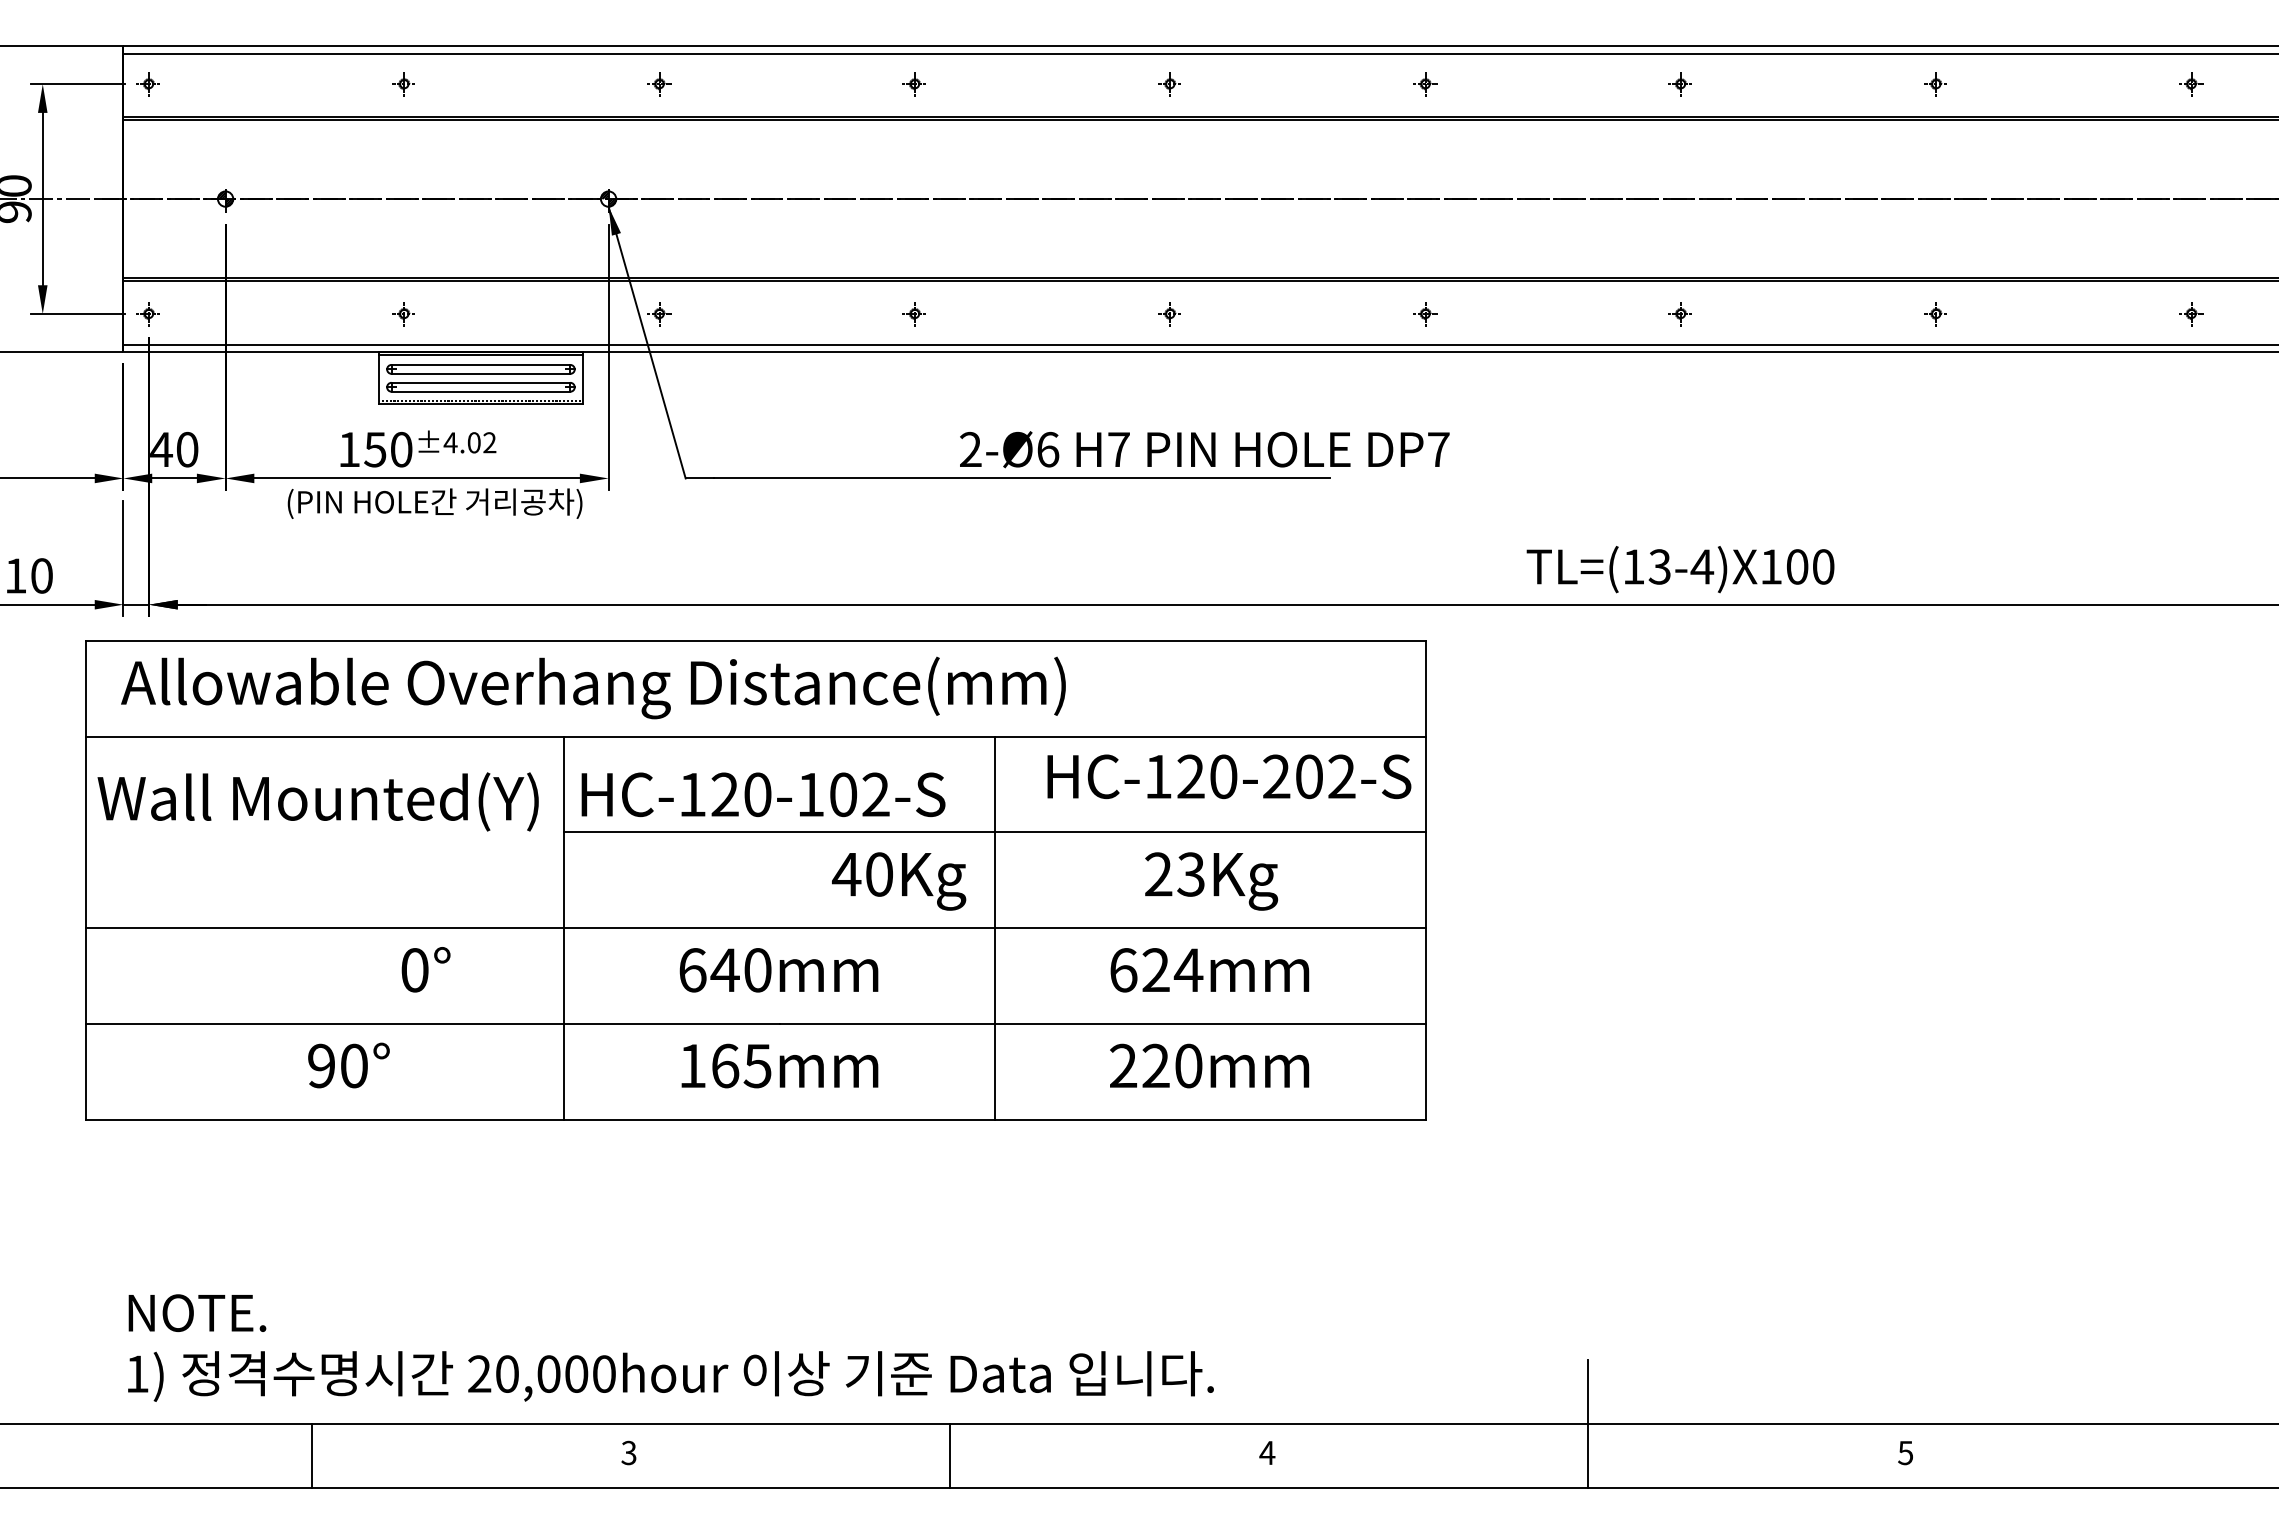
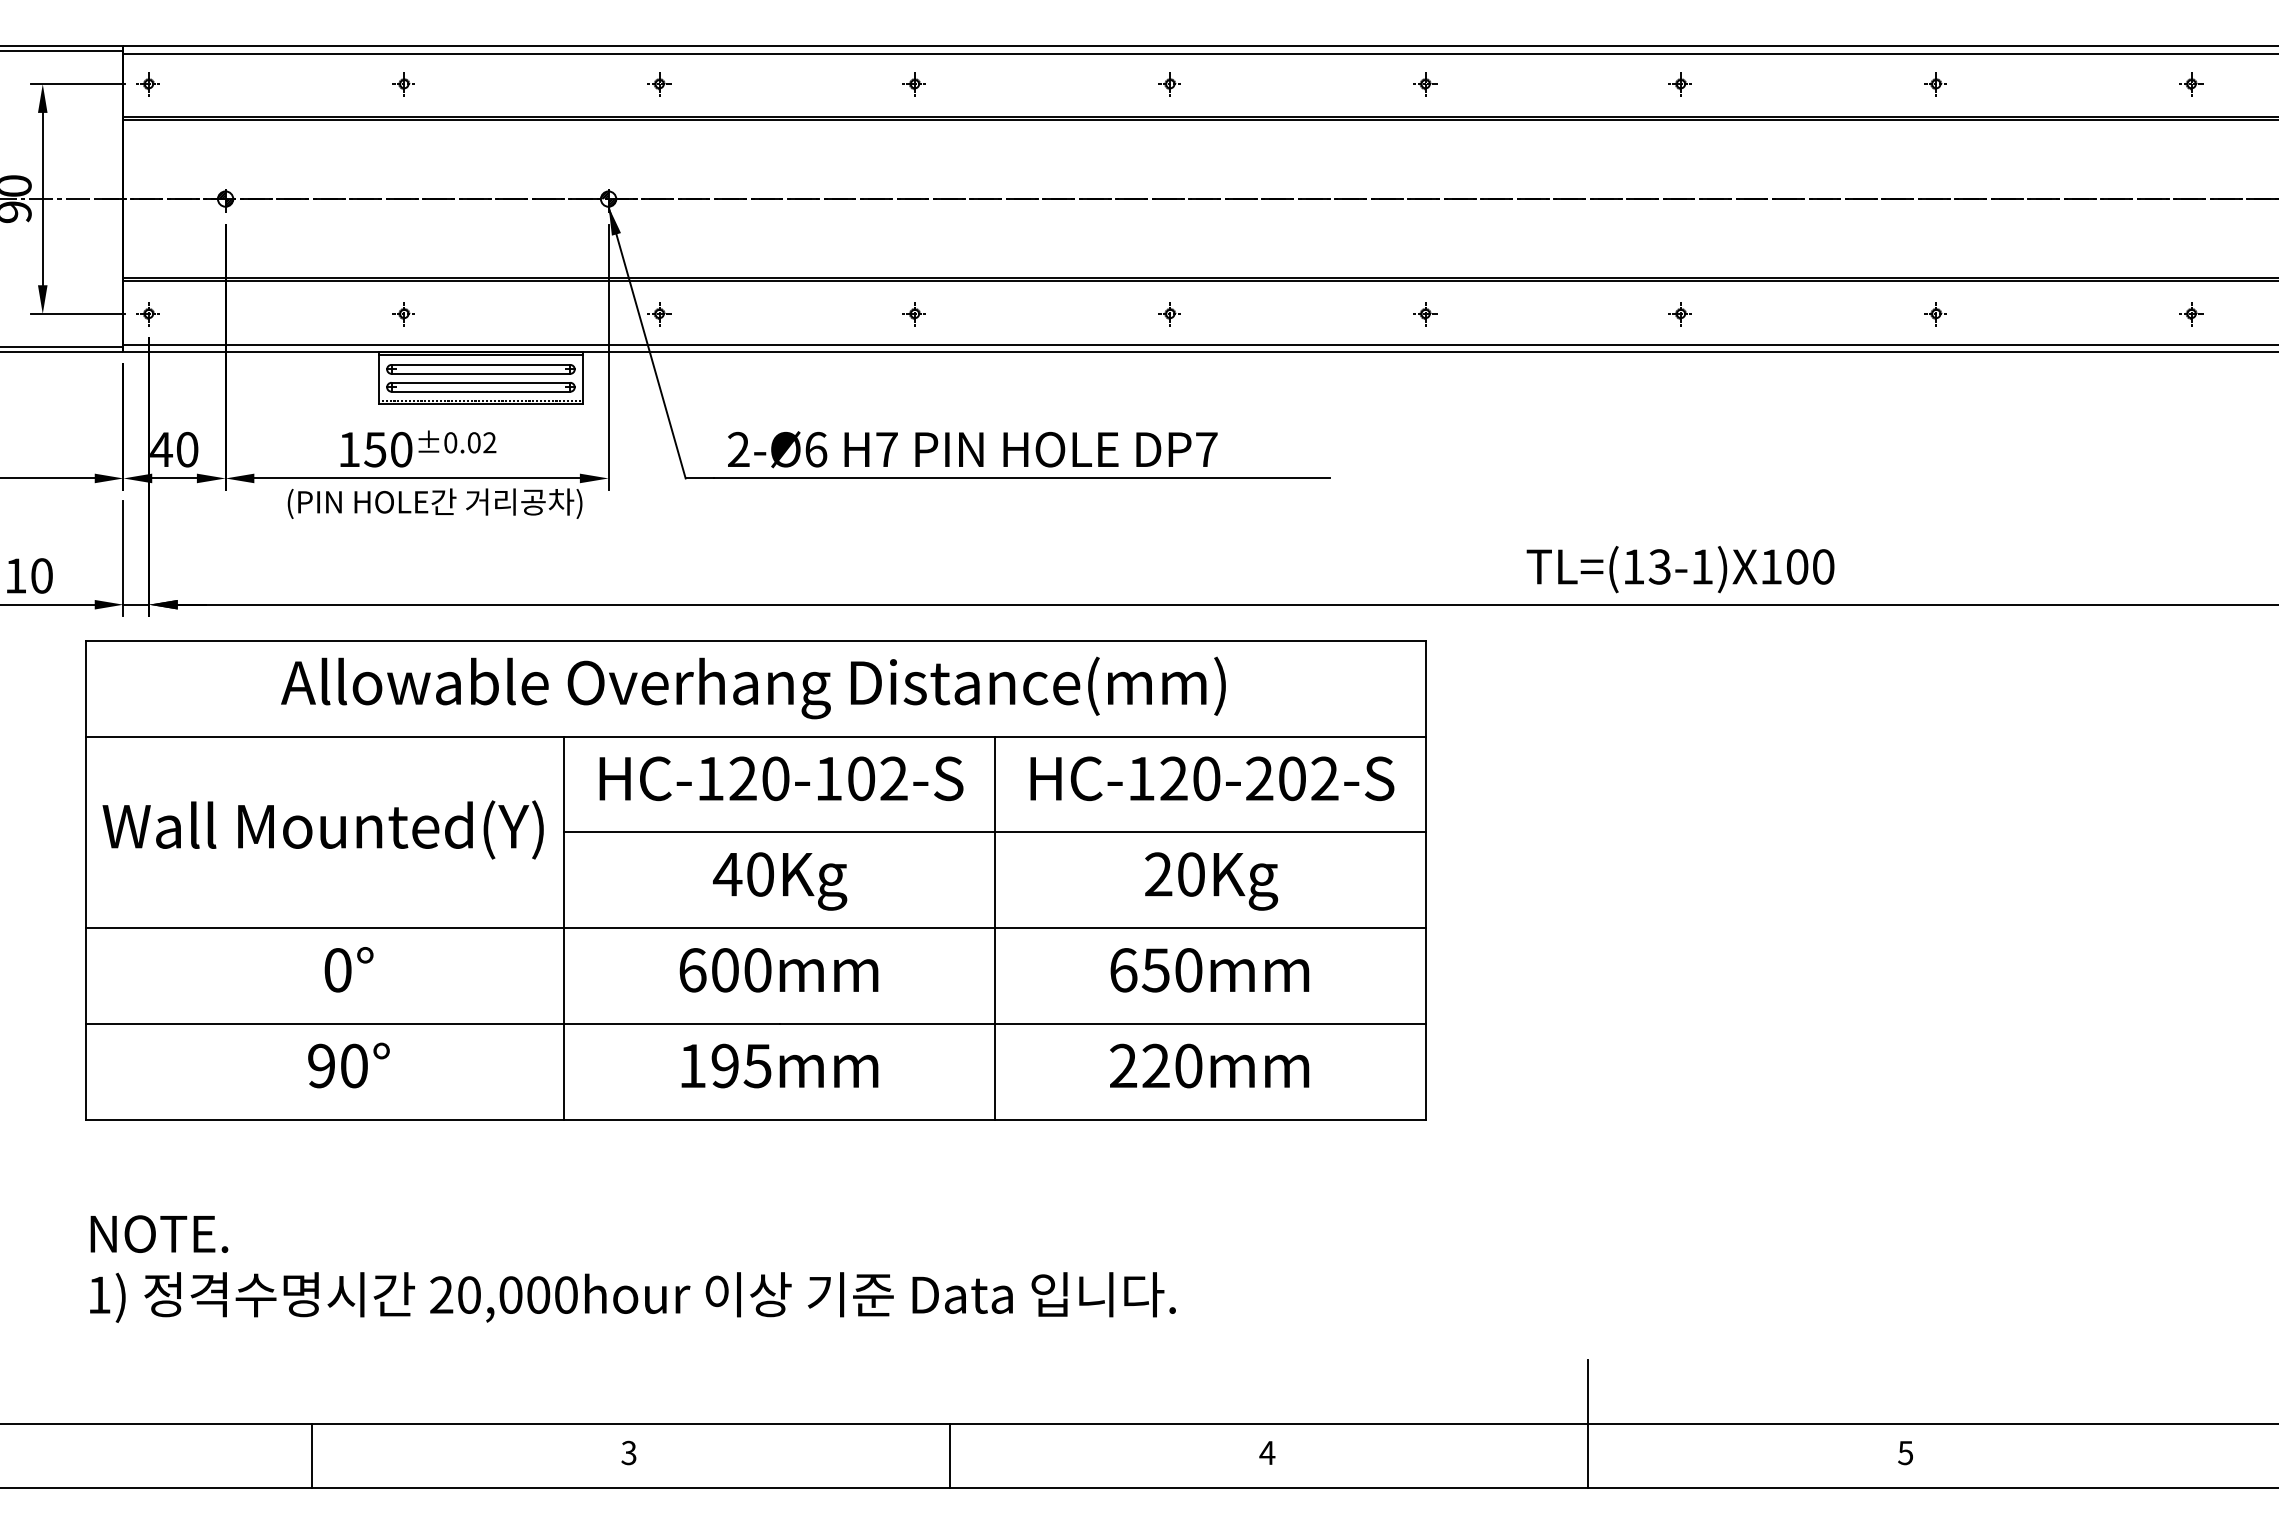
line at (62, 51): none -> present
line at (62, 347): none -> present
text at (450, 442): ±4.02 -> ±0.02
text at (1204, 449) position: (1204, 449) -> (972, 449)
text at (1702, 566): TL=(13-4)X100 -> TL=(13-1)X100
text at (593, 687) position: (593, 687) -> (753, 687)
text at (1229, 776) position: (1229, 776) -> (1212, 778)
text at (763, 794) position: (763, 794) -> (781, 778)
text at (317, 801) position: (317, 801) -> (322, 829)
text at (1190, 874): 23Kg -> 20Kg
text at (899, 881) position: (899, 881) -> (780, 881)
text at (425, 969) position: (425, 969) -> (348, 969)
text at (724, 970): 640mm -> 600mm
text at (1172, 970): 624mm -> 650mm
text at (725, 1065): 165mm -> 195mm
text at (670, 1347) position: (670, 1347) -> (632, 1268)
